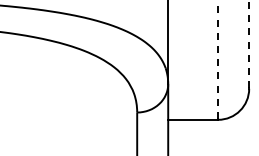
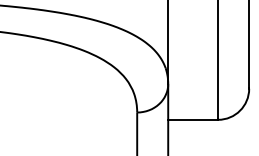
line at (249, 44): dashed -> solid
line at (218, 59): dashed -> solid
